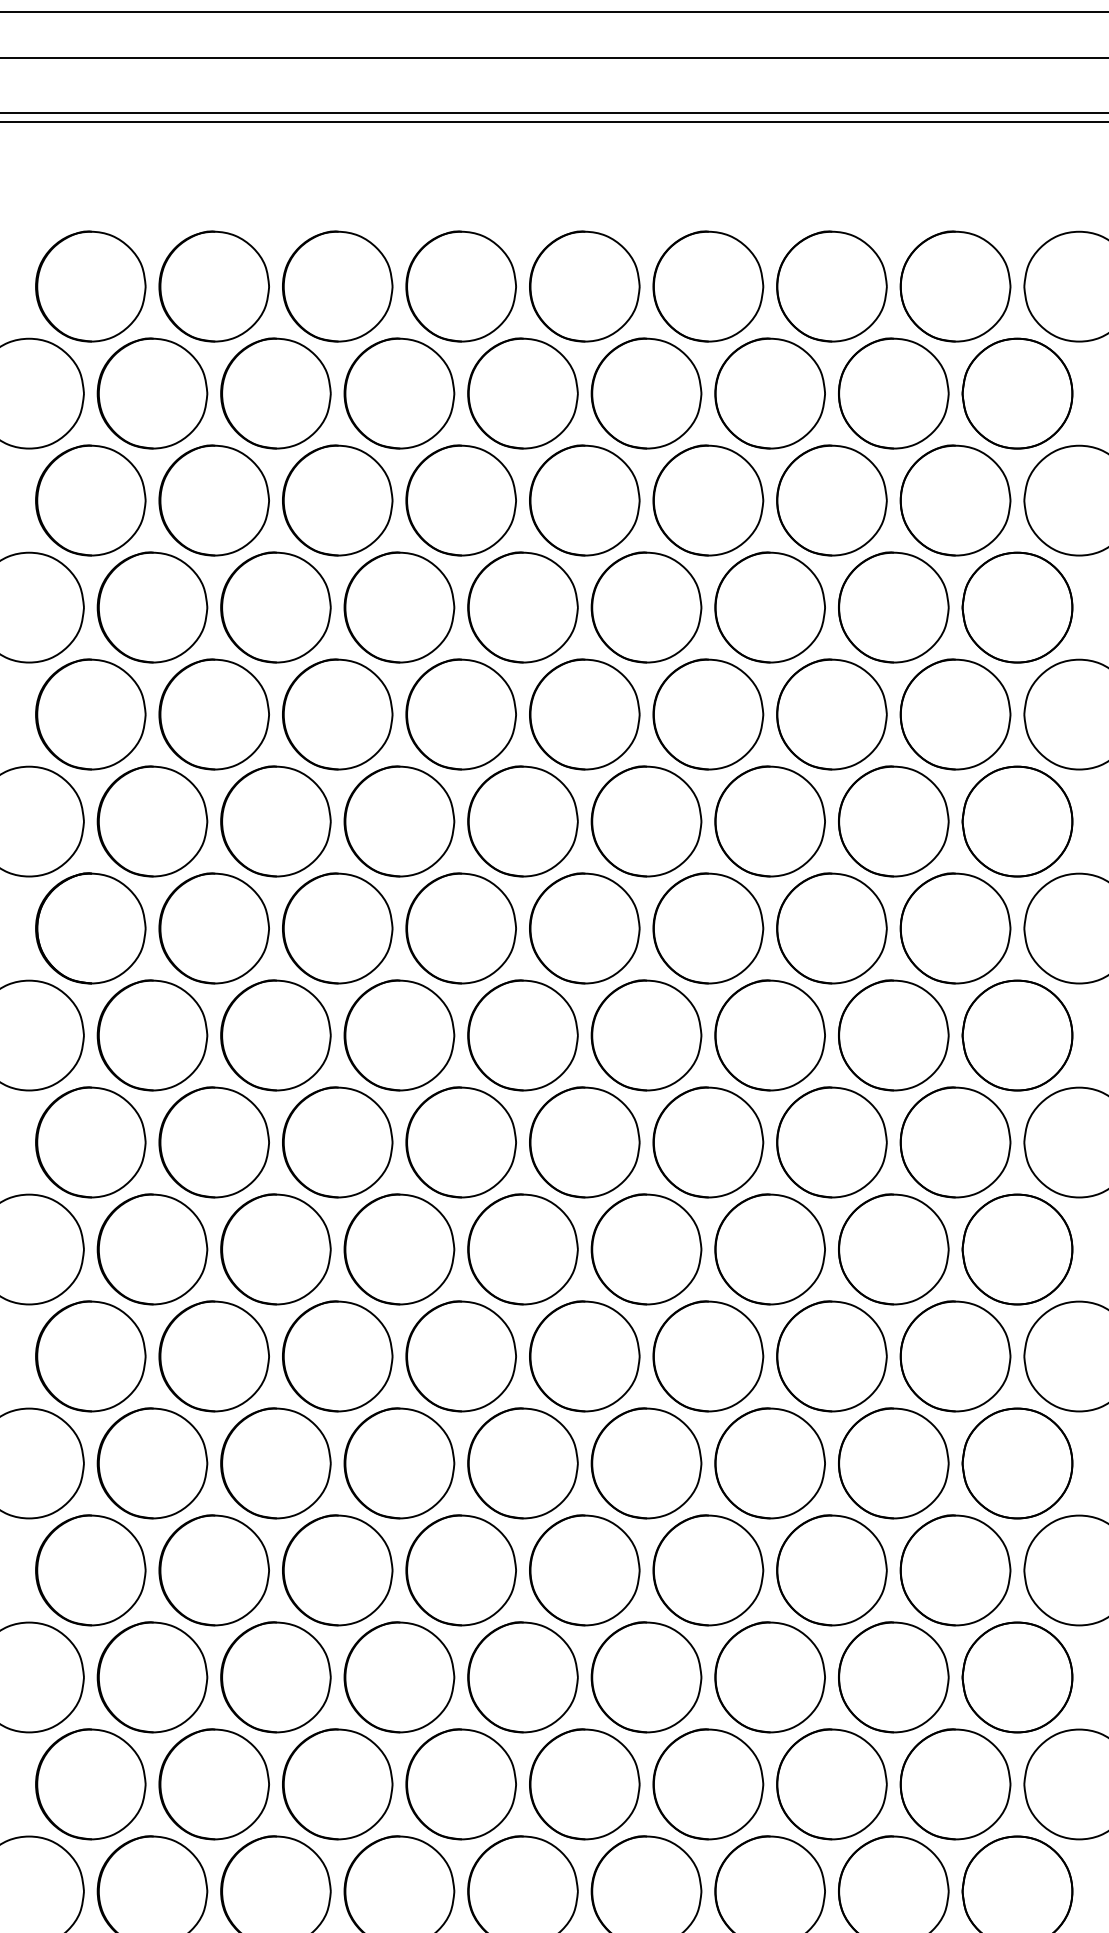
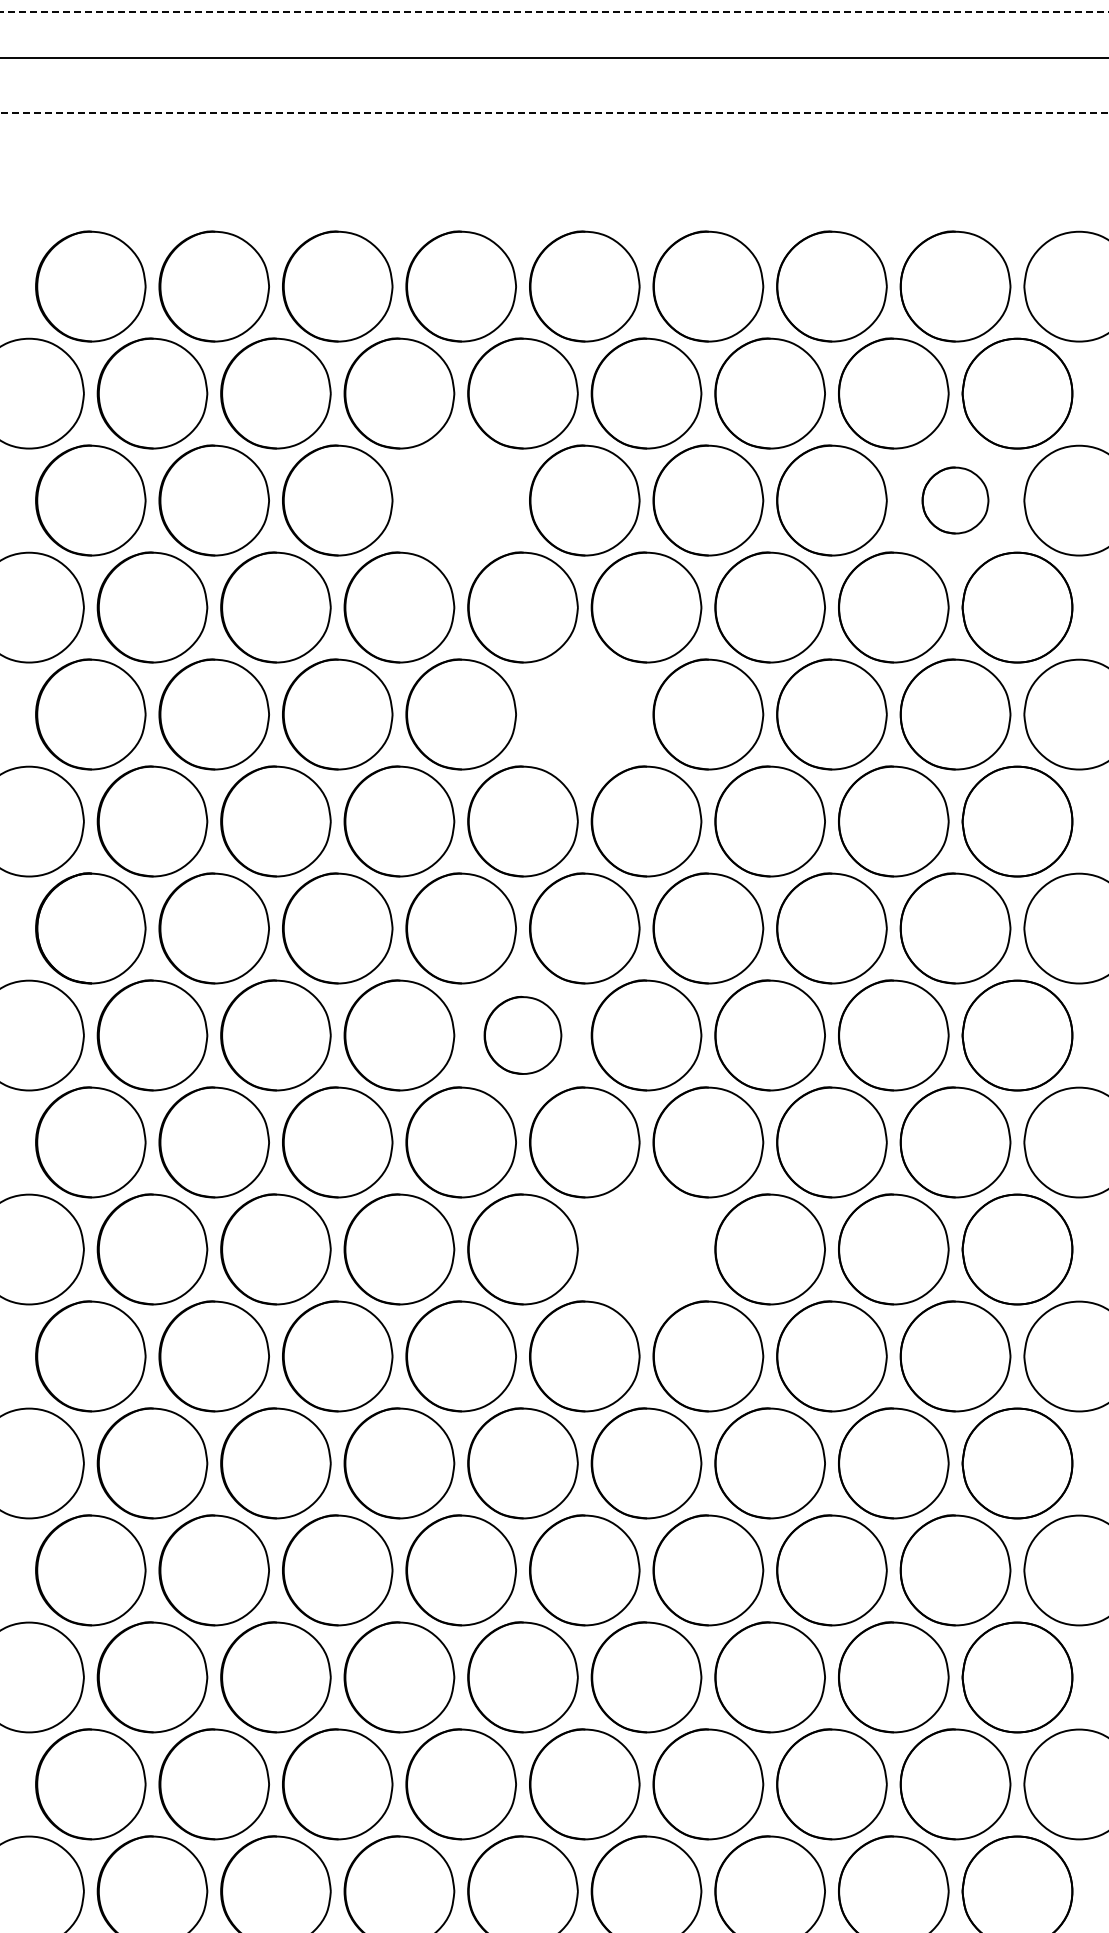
line at (554, 12): solid -> dashed
line at (554, 112): solid -> dashed
line at (553, 122): present -> none
part at (460, 500): present -> none
part at (955, 500) size: 113x113 px -> 69x69 px
part at (584, 714): present -> none
part at (522, 1035) size: 112x113 px -> 80x79 px
part at (646, 1249): present -> none
